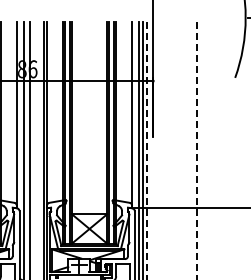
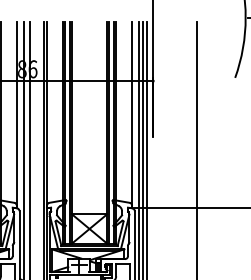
line at (147, 151): dashed -> solid
line at (197, 151): dashed -> solid
